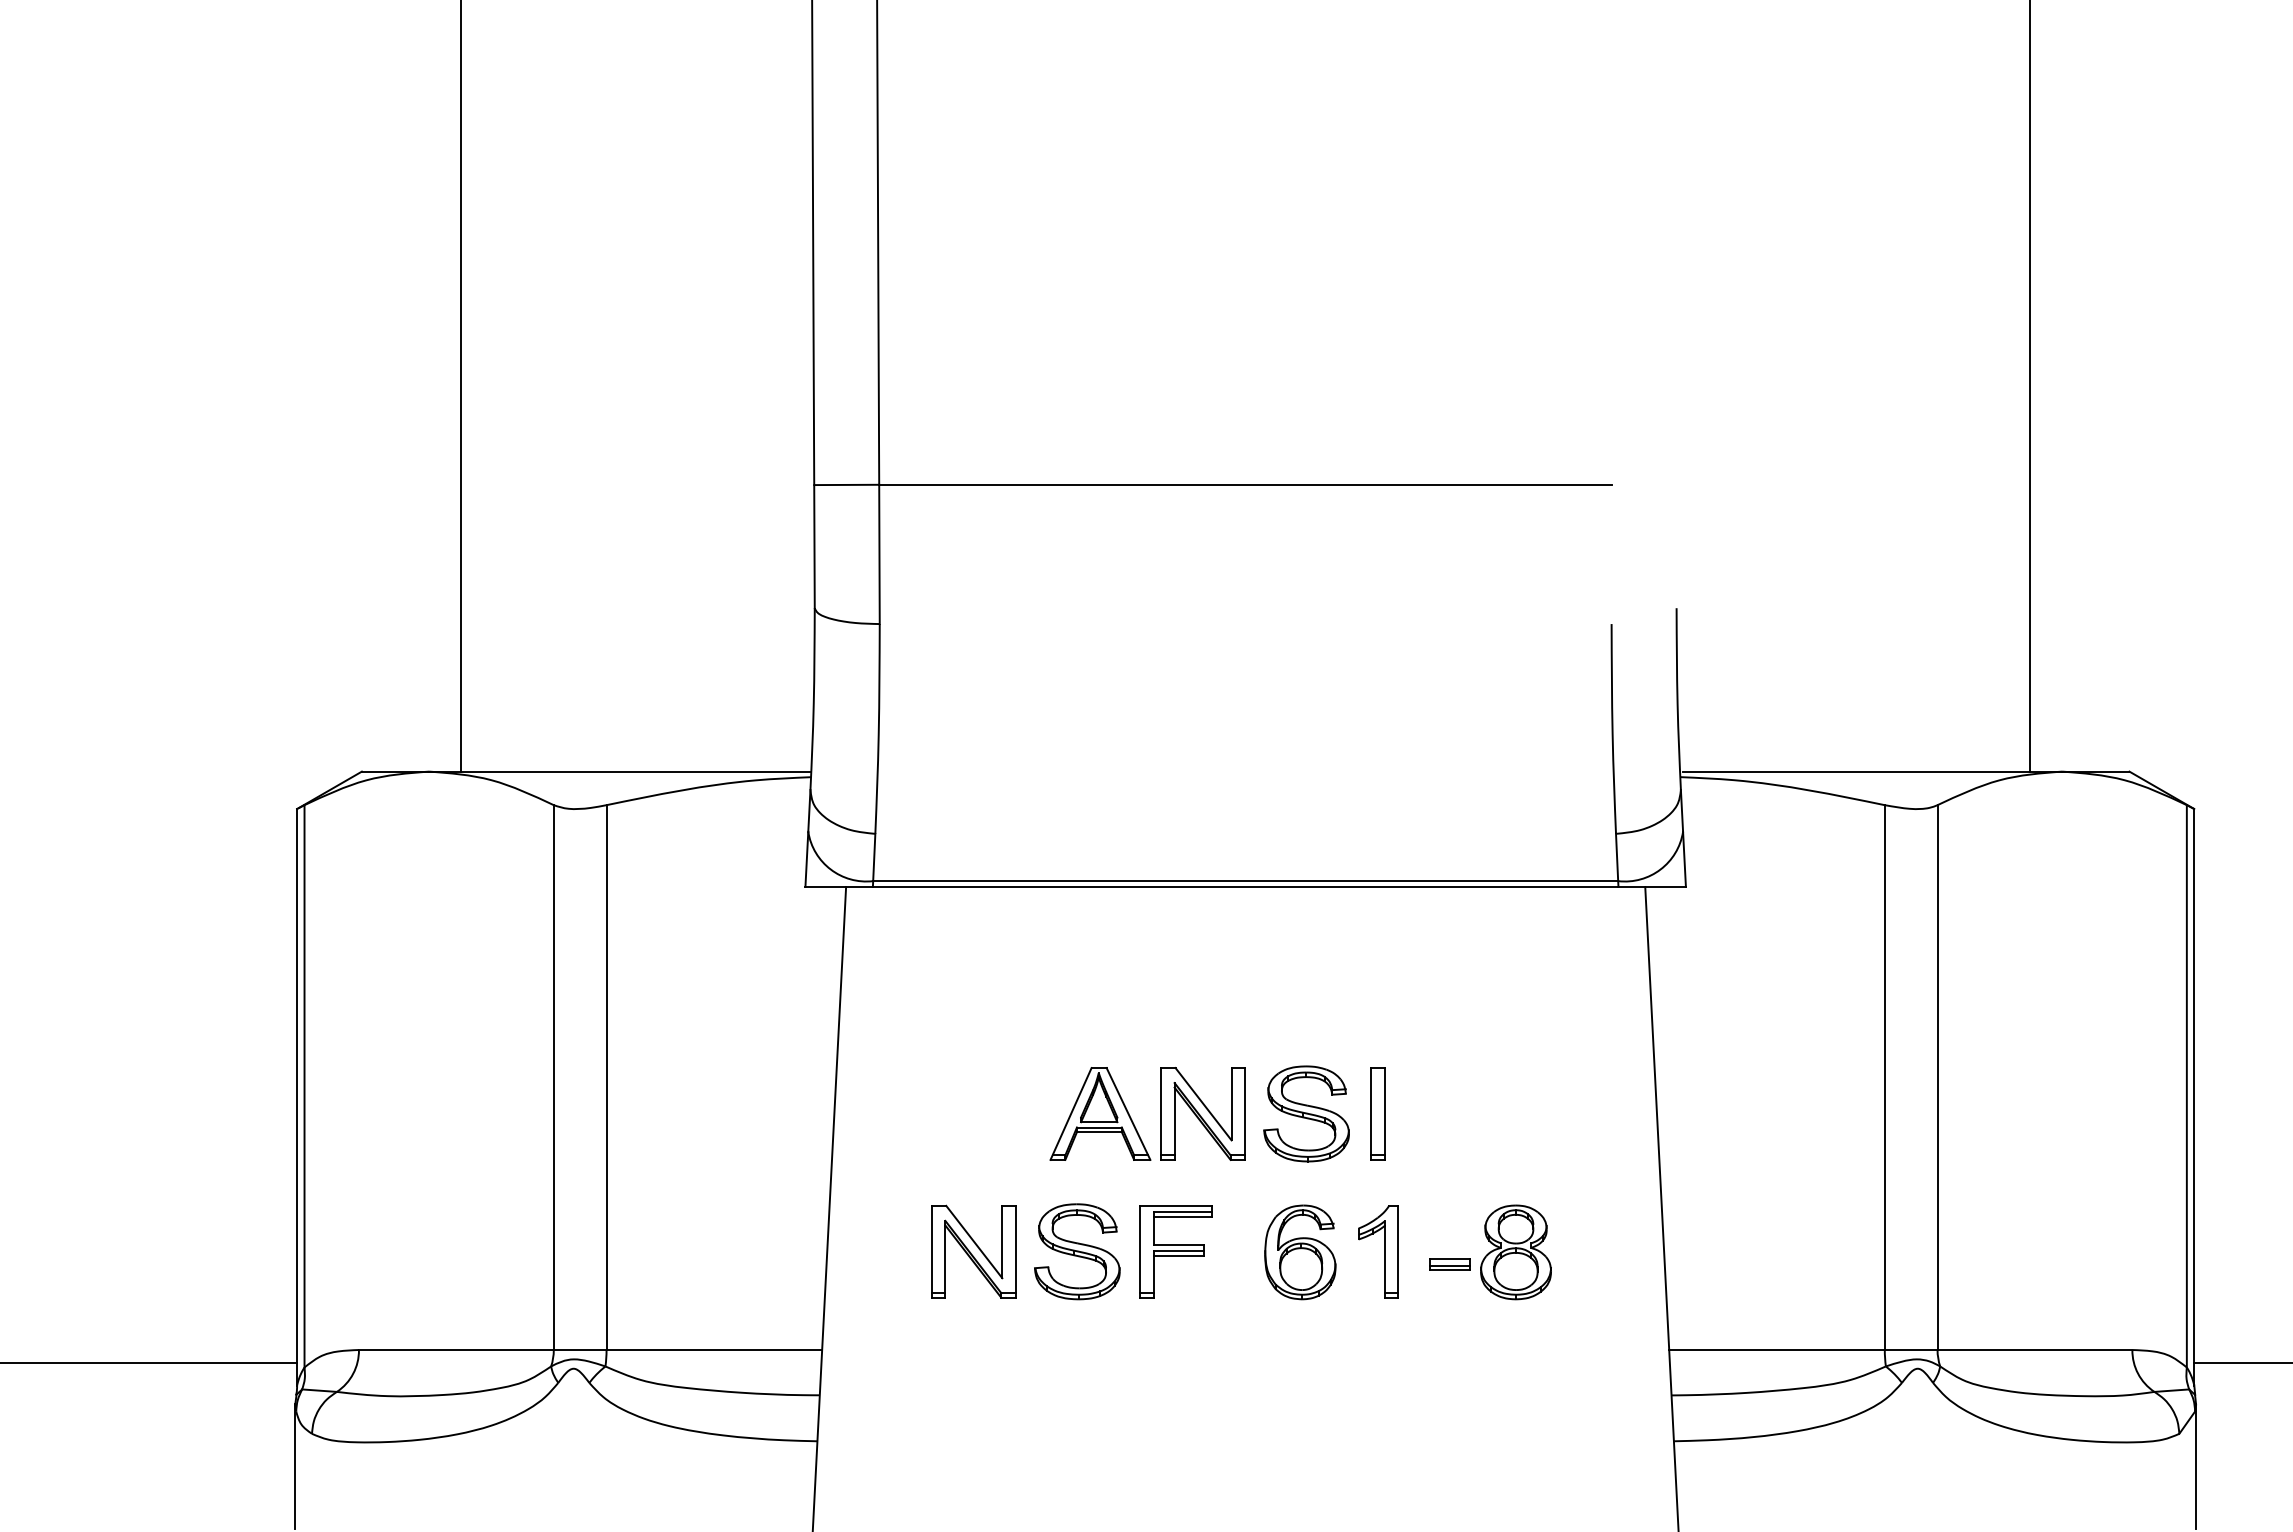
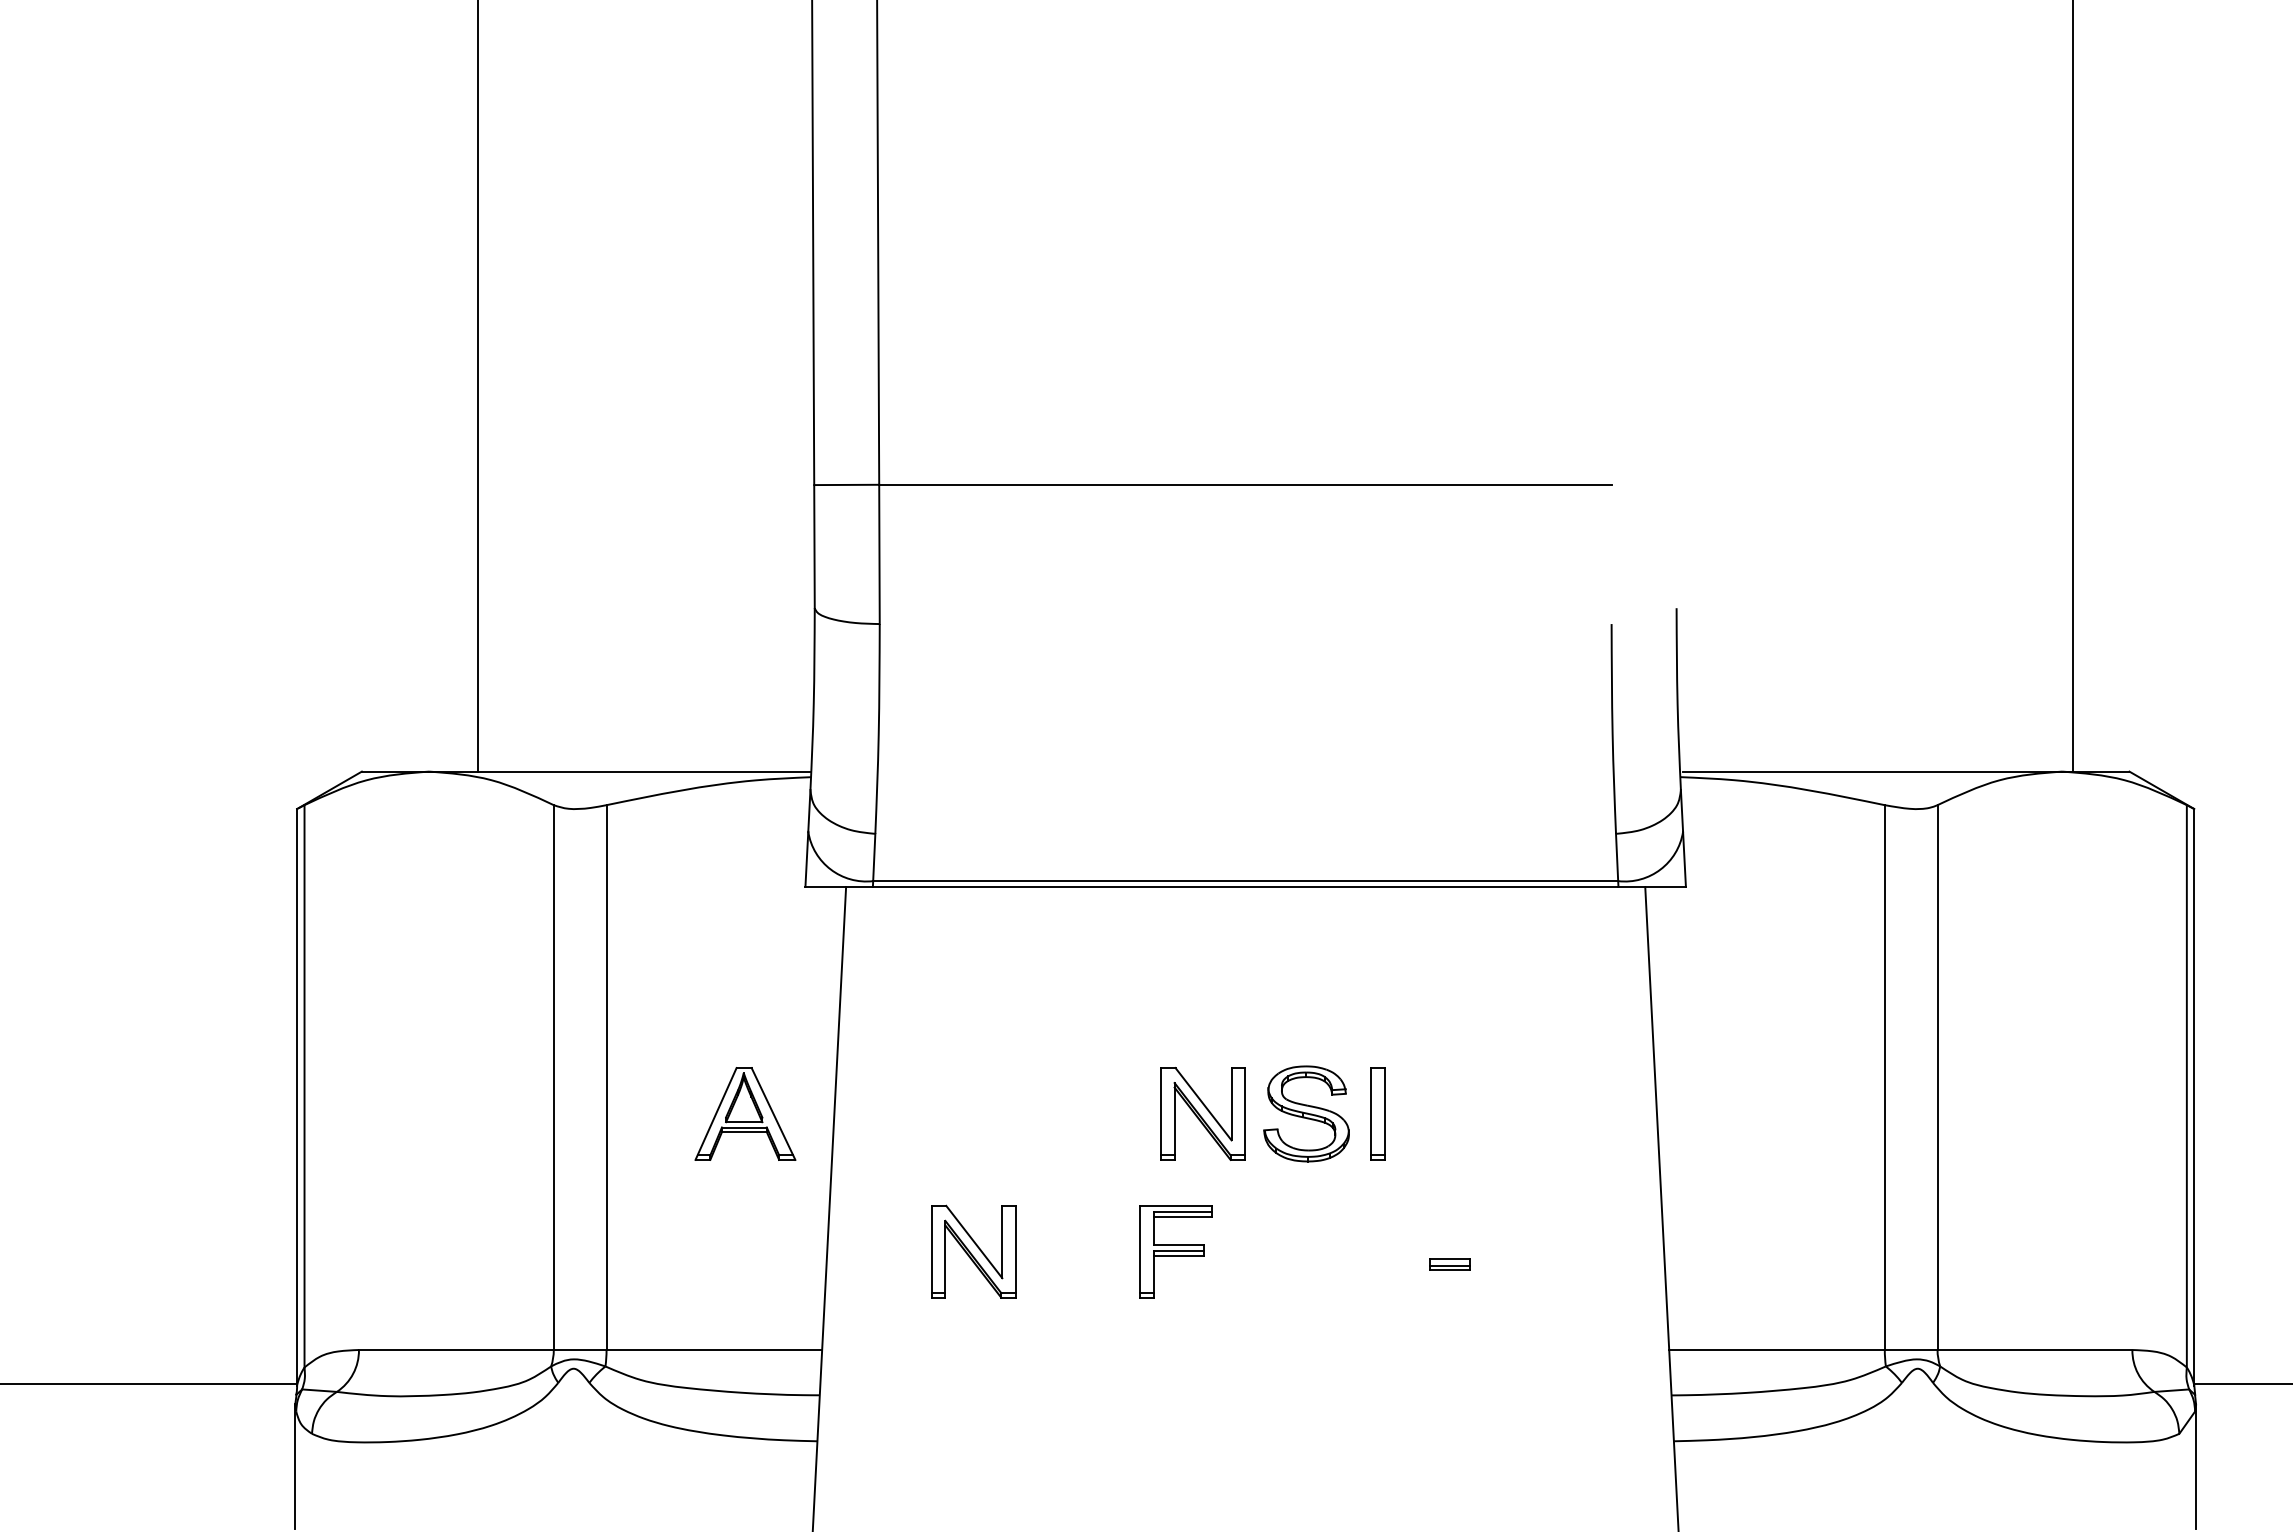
line at (460, 386) position: (460, 386) -> (477, 386)
line at (2030, 386) position: (2030, 386) -> (2073, 386)
part at (1100, 1113) position: (1100, 1113) -> (745, 1113)
part at (1077, 1251): present -> none
part at (1378, 1251): present -> none
part at (1300, 1252): present -> none
part at (1515, 1252): present -> none
line at (149, 1363) position: (149, 1363) -> (149, 1384)
line at (2241, 1363) position: (2241, 1363) -> (2241, 1384)
